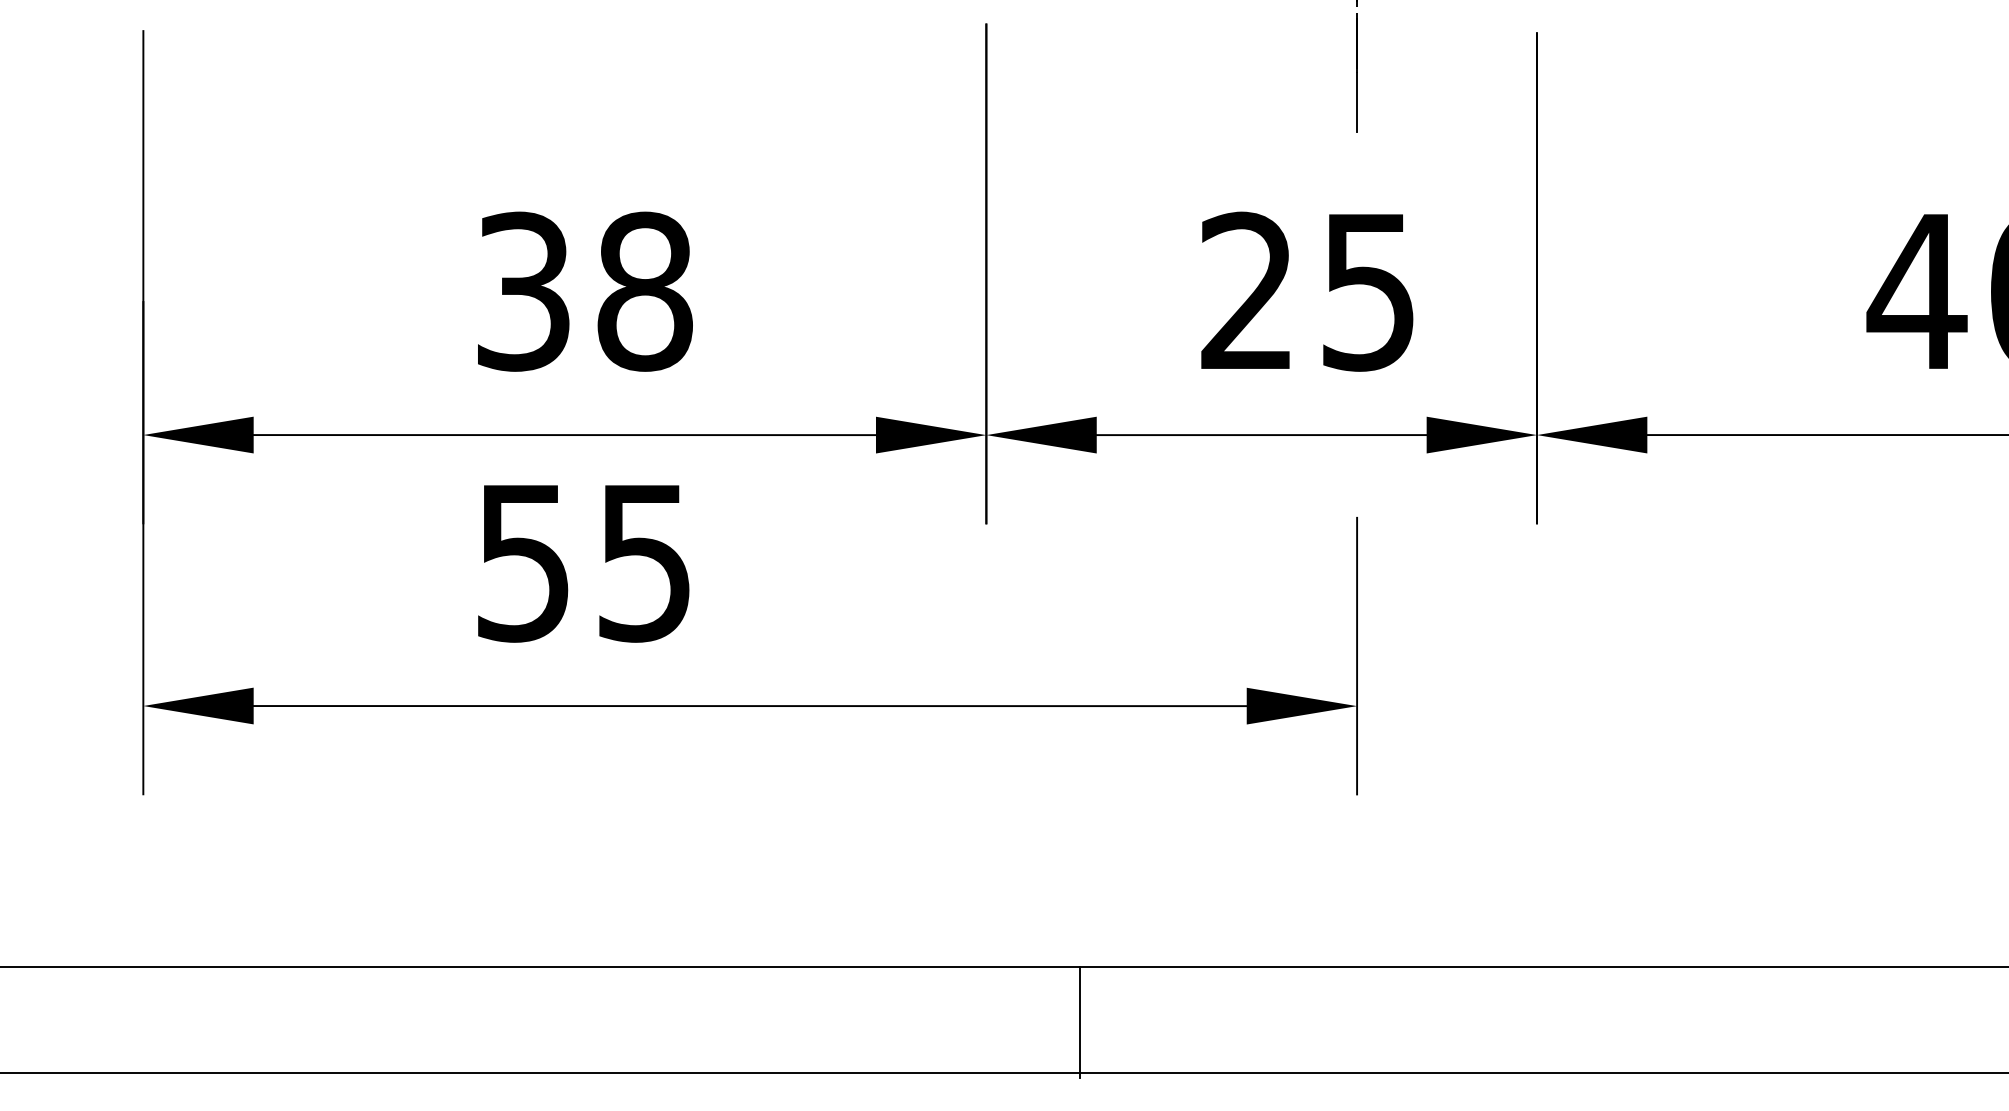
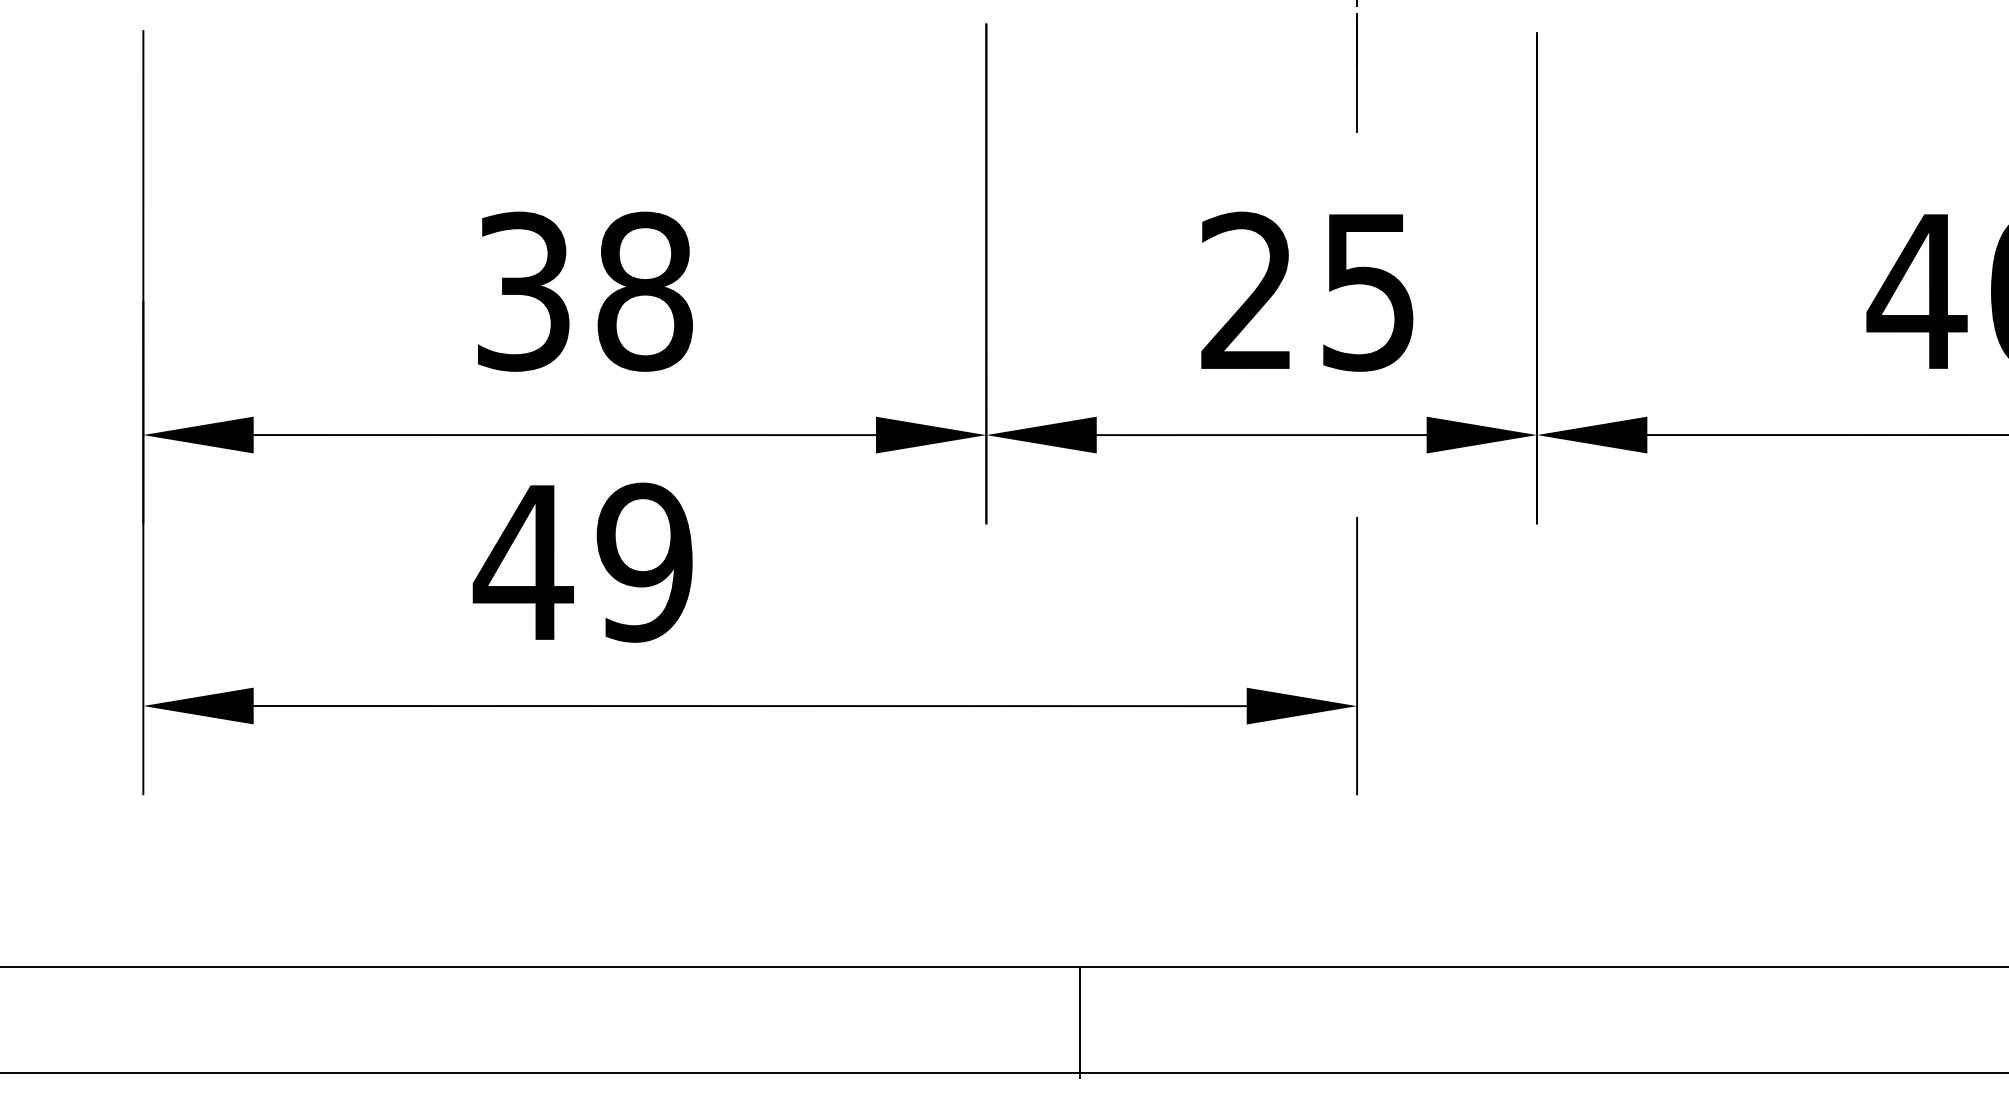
text at (582, 562): 55 -> 49
